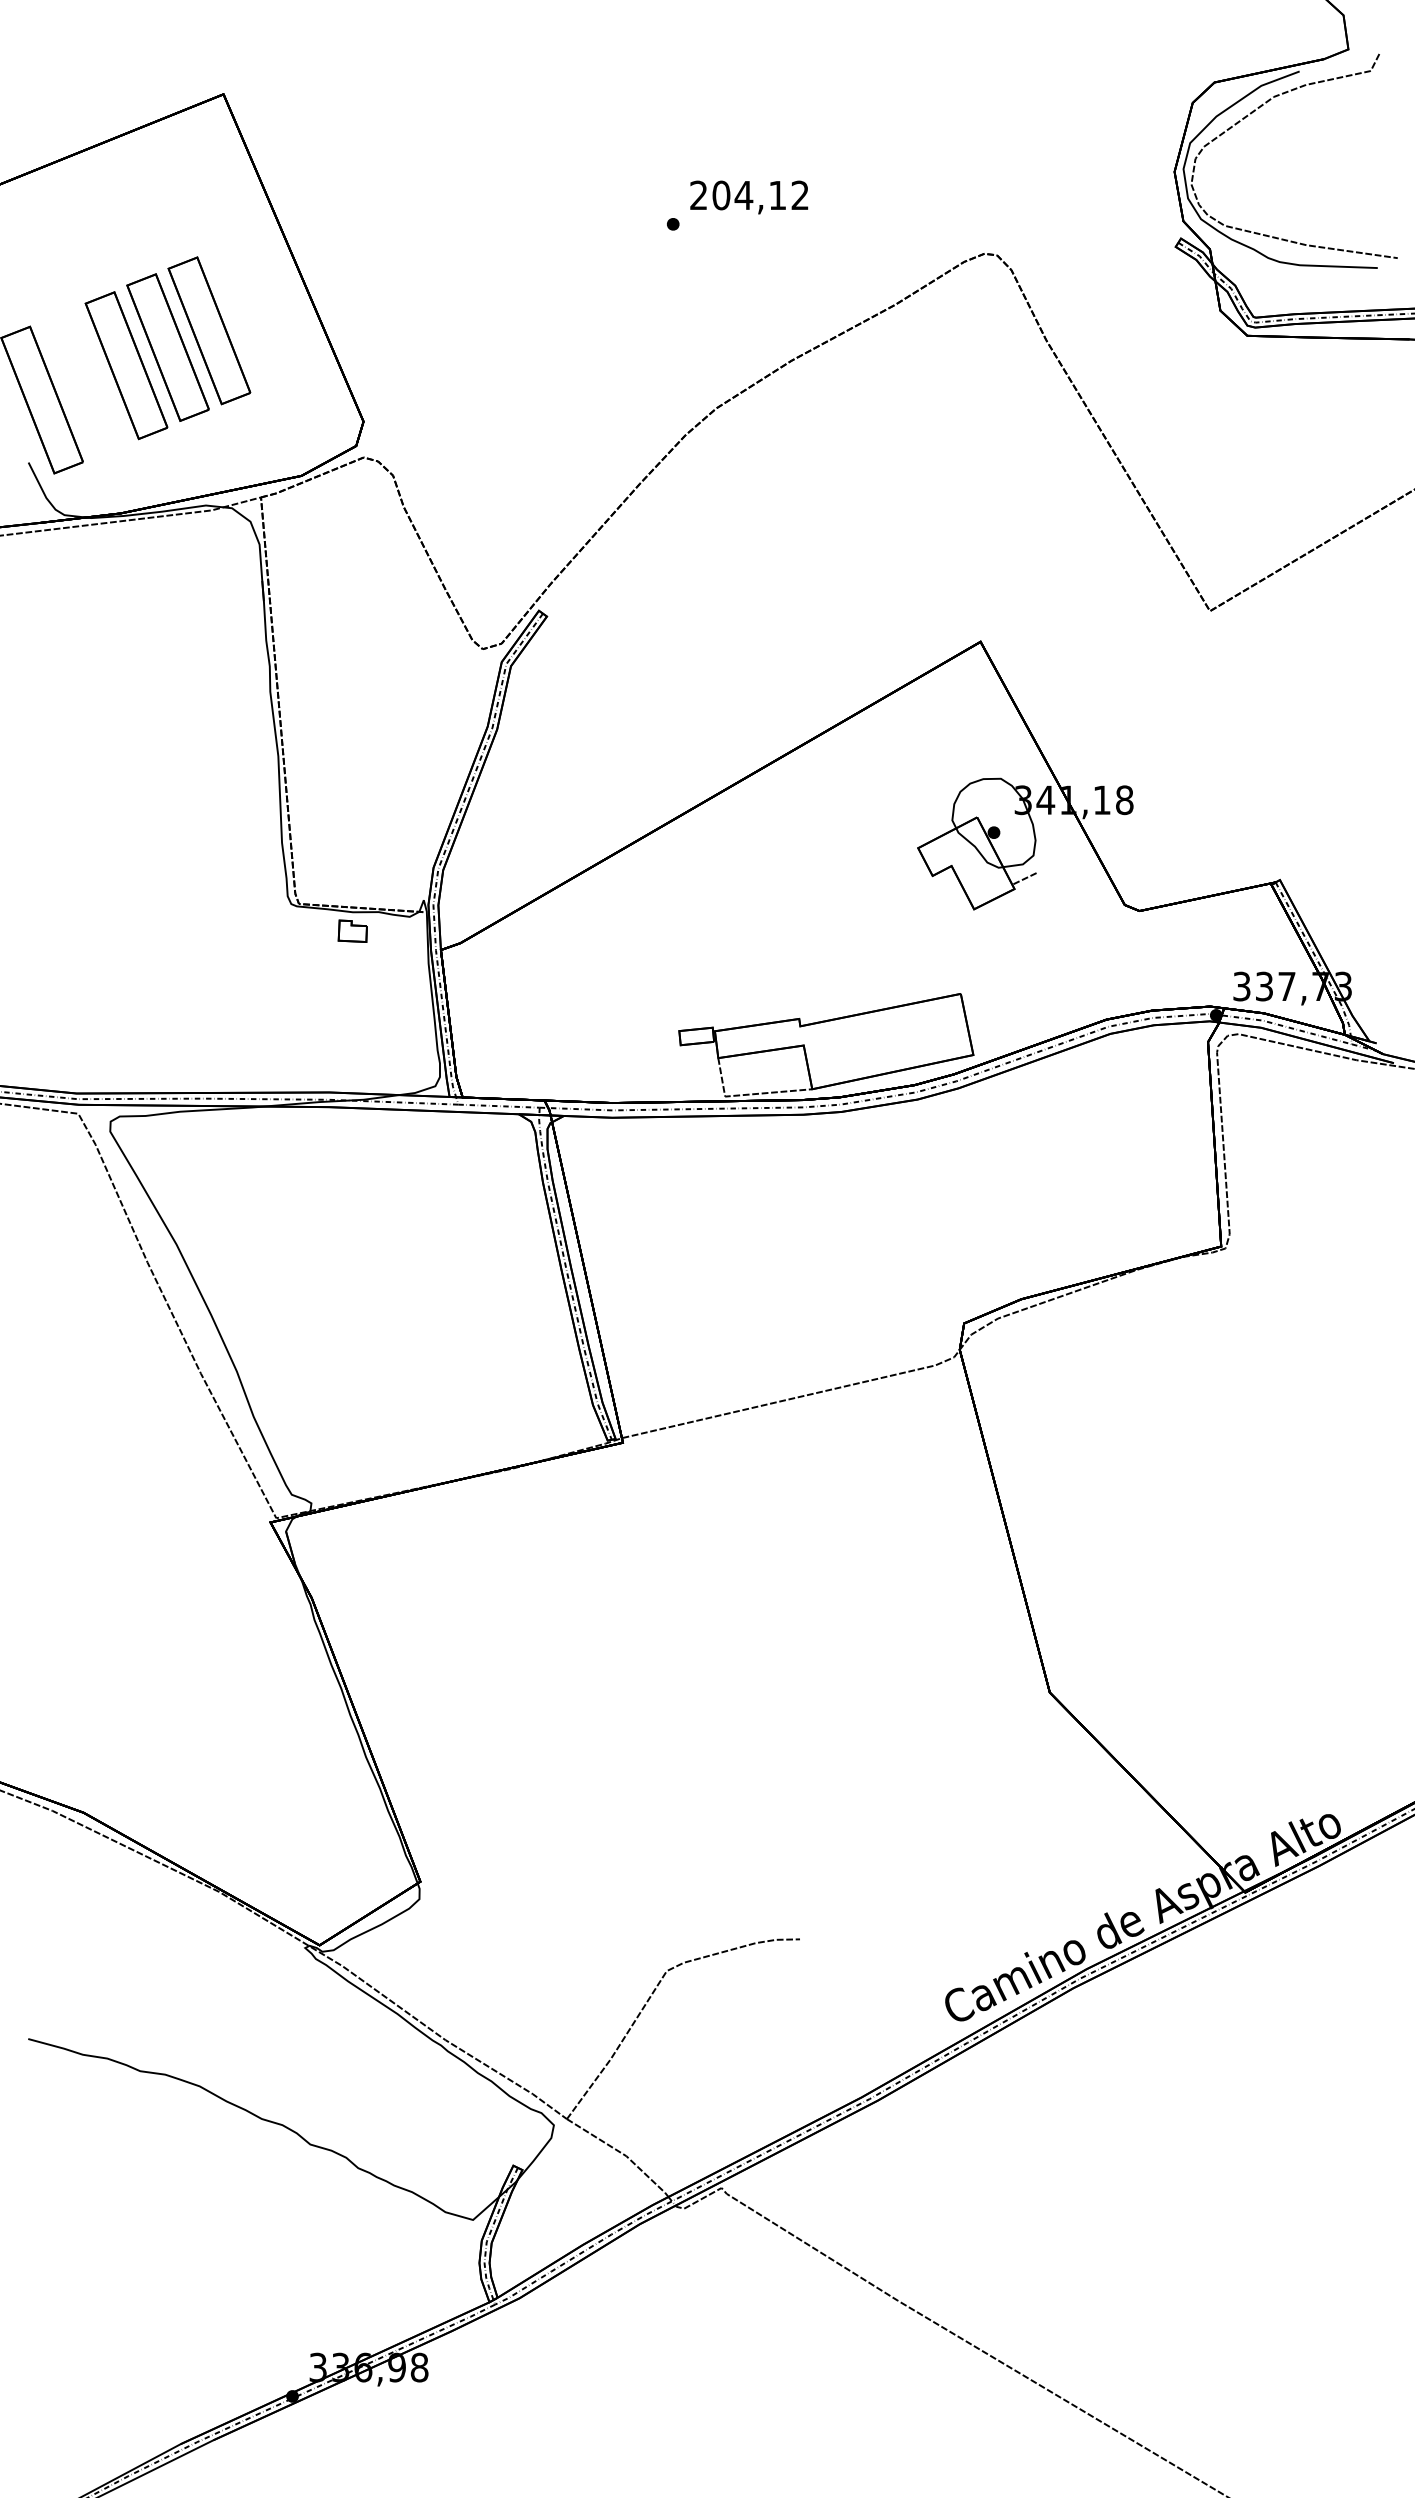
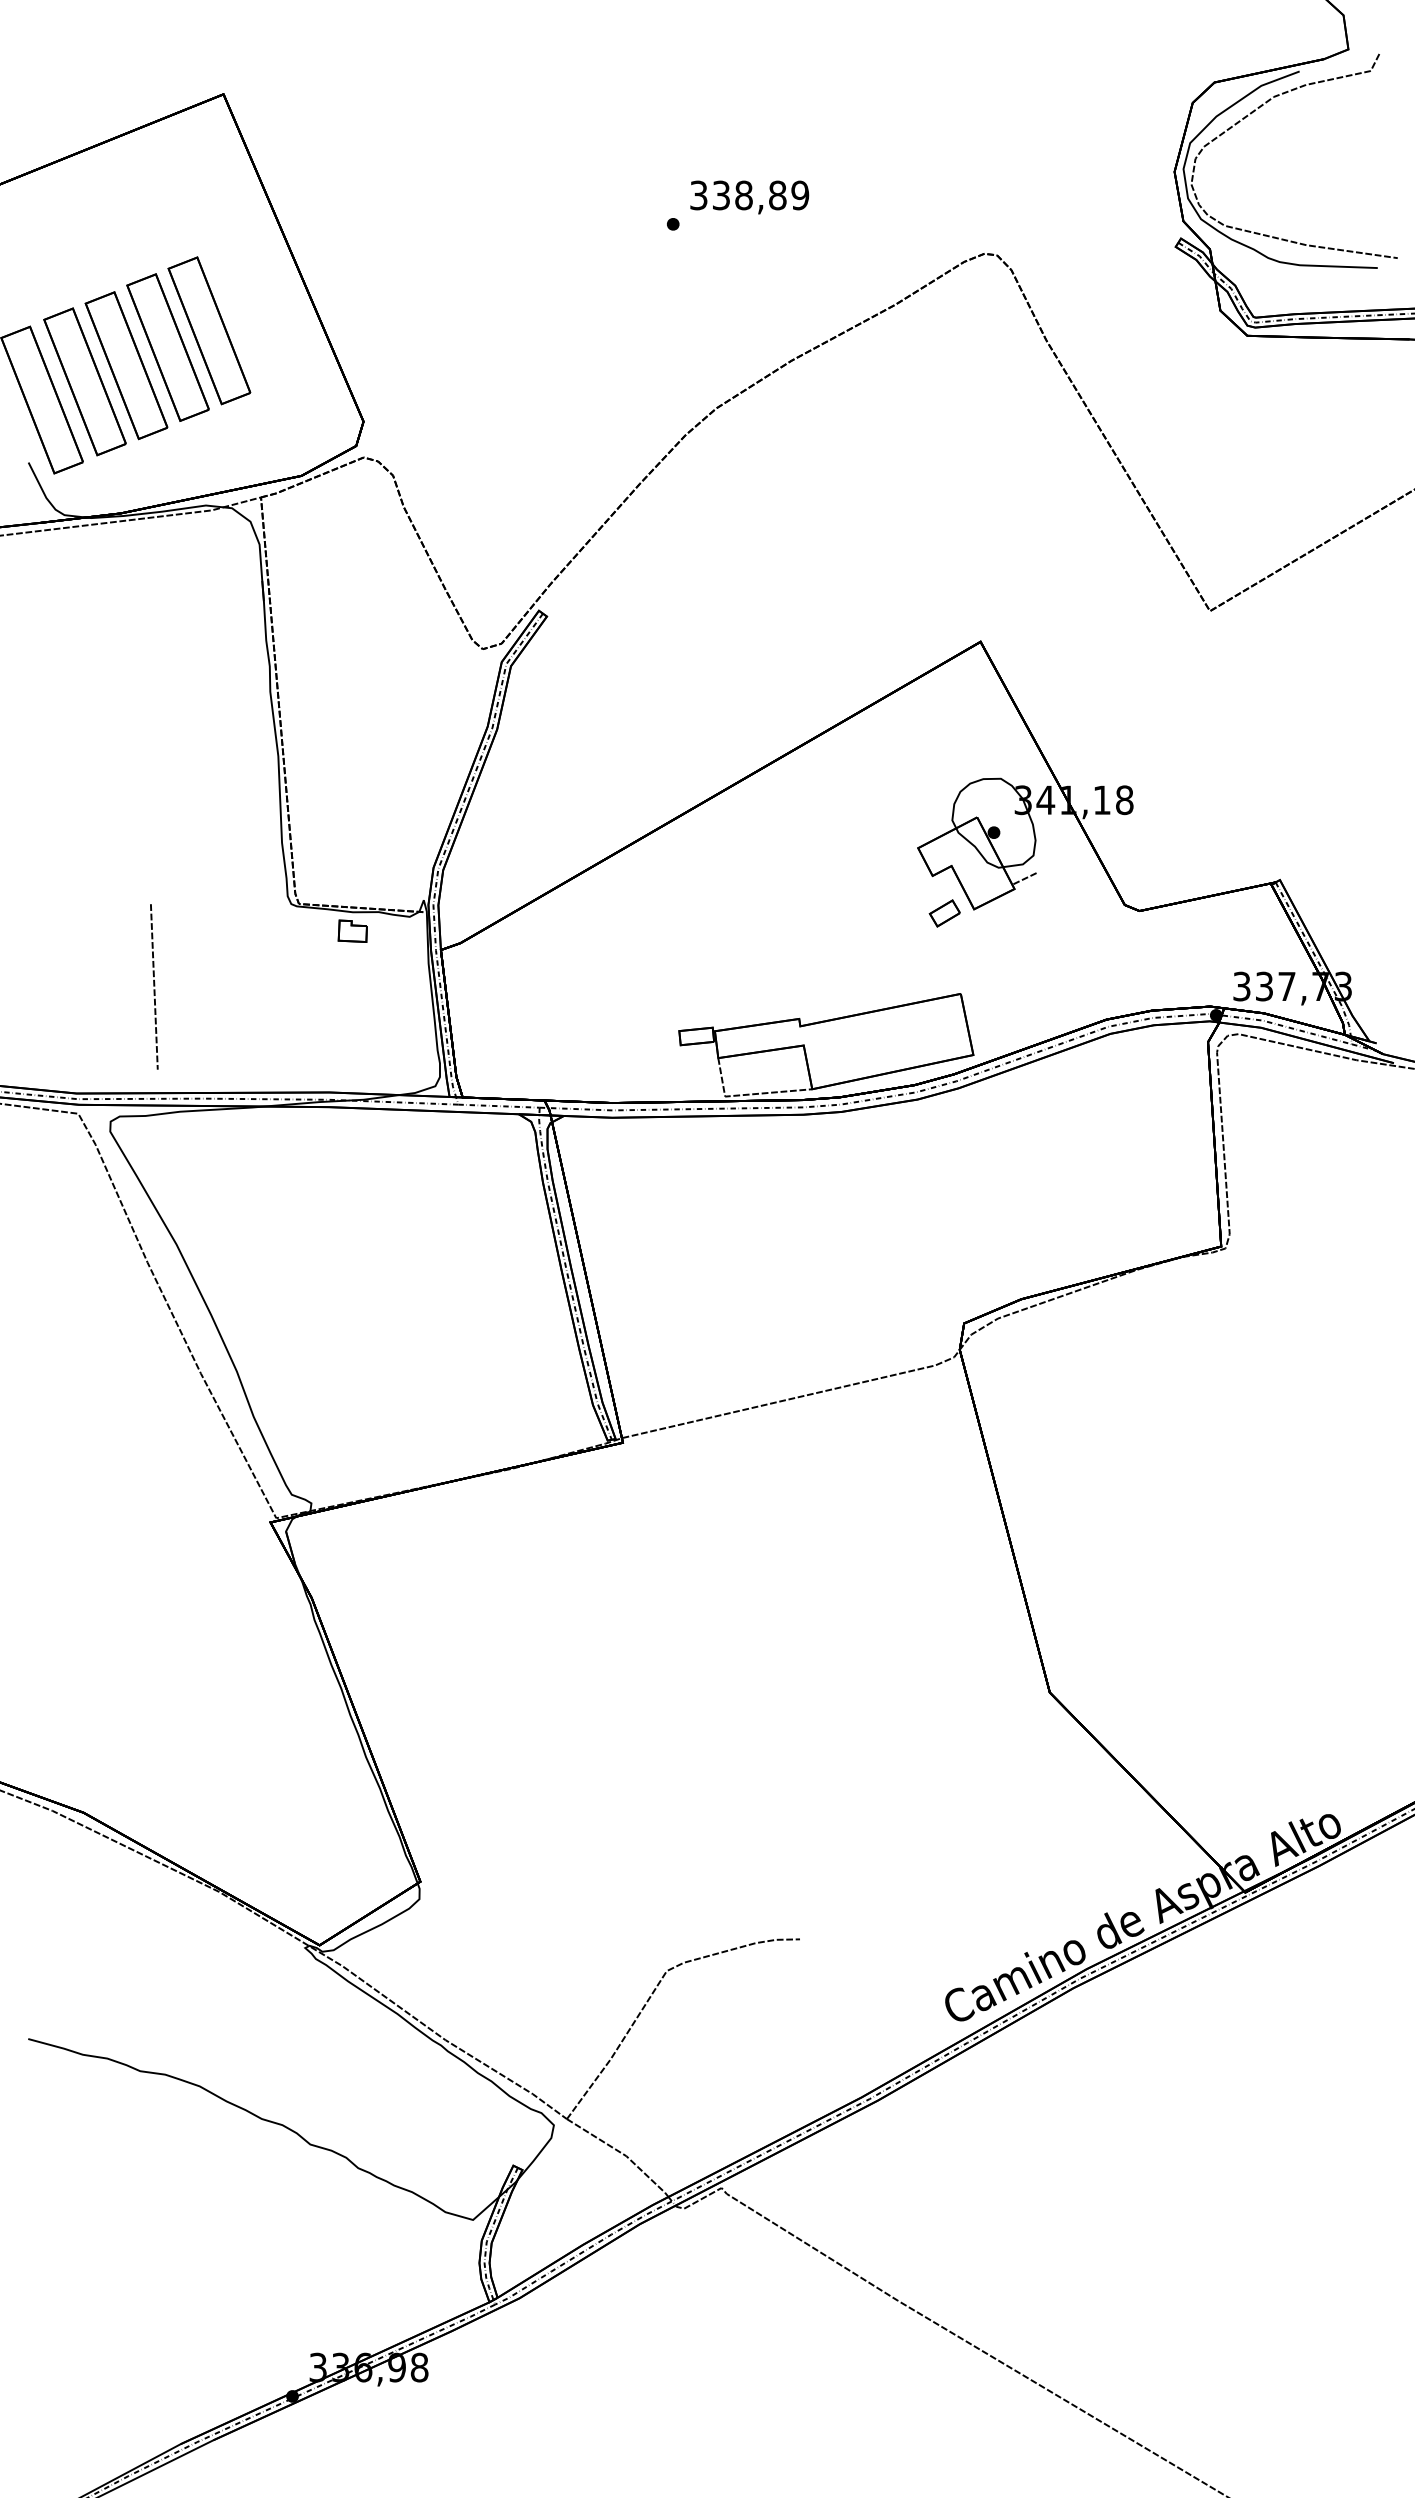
text at (749, 195): 204,12 -> 338,89
part at (84, 381): none -> present
part at (944, 913): none -> present
line at (154, 986): none -> present
